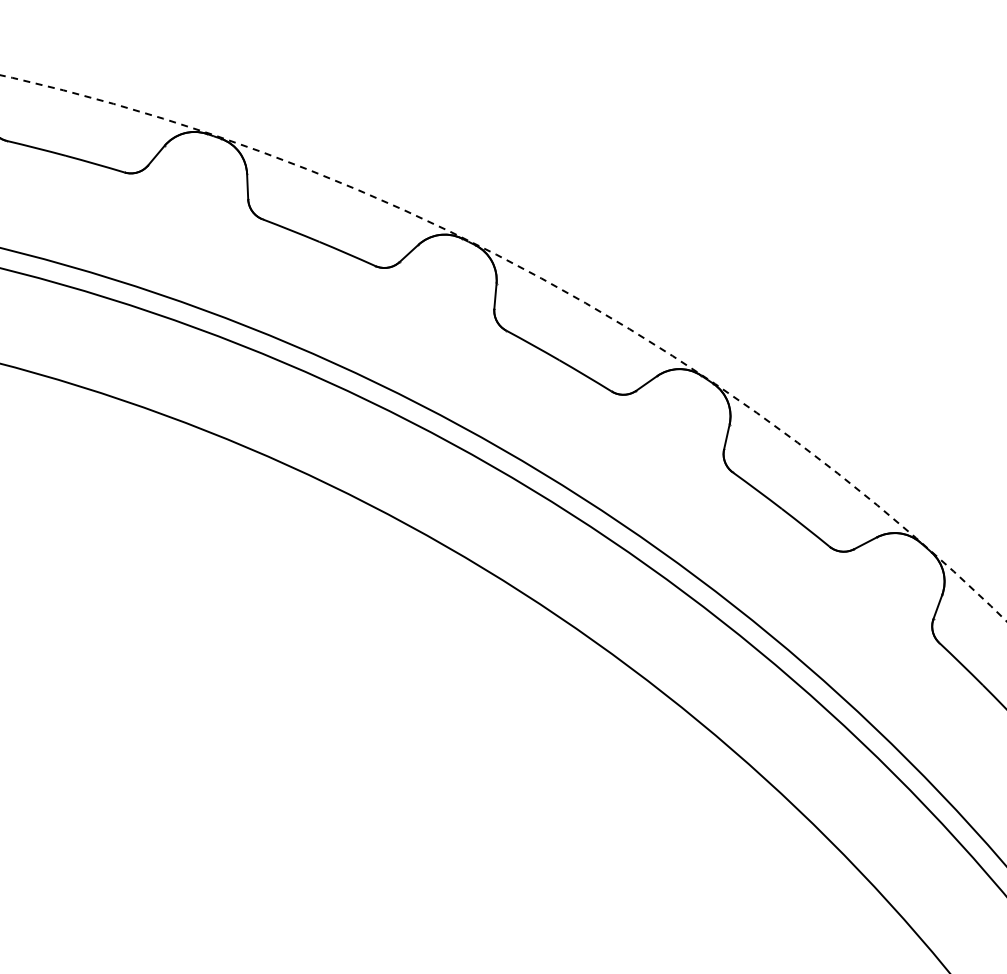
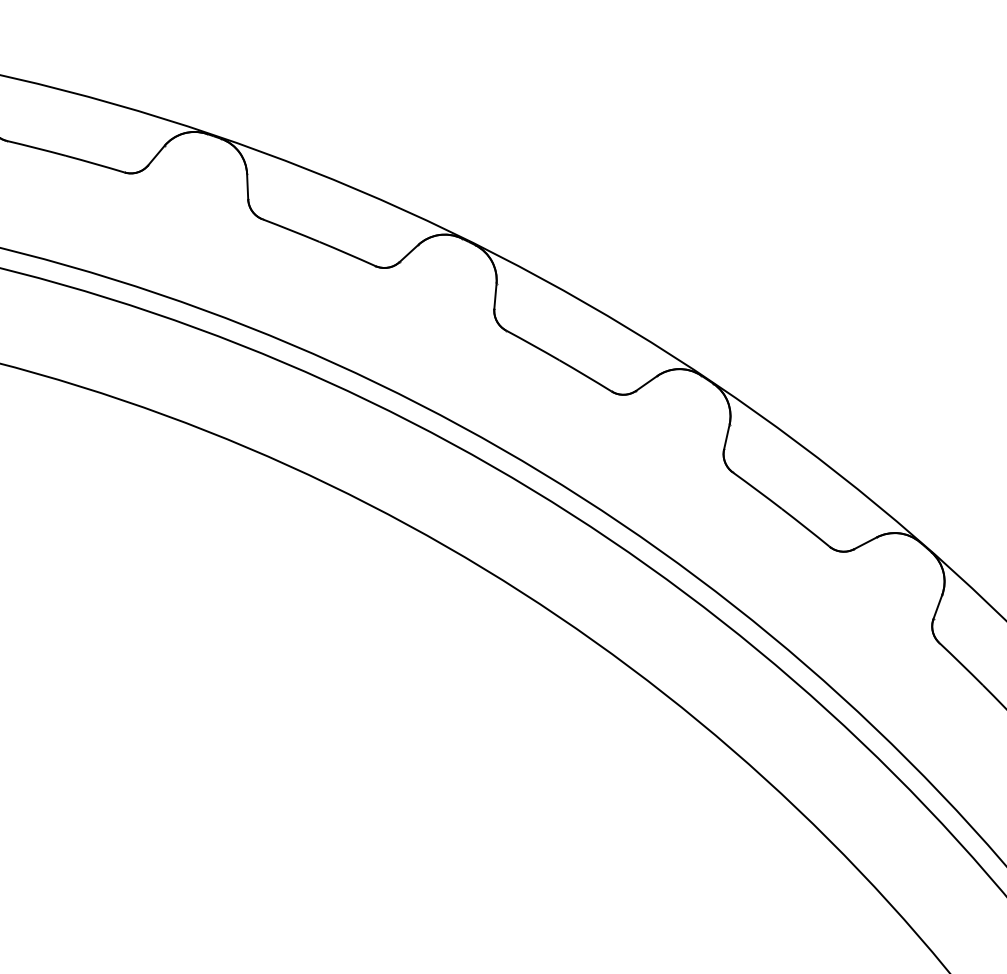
circle at (503, 348): dashed -> solid
